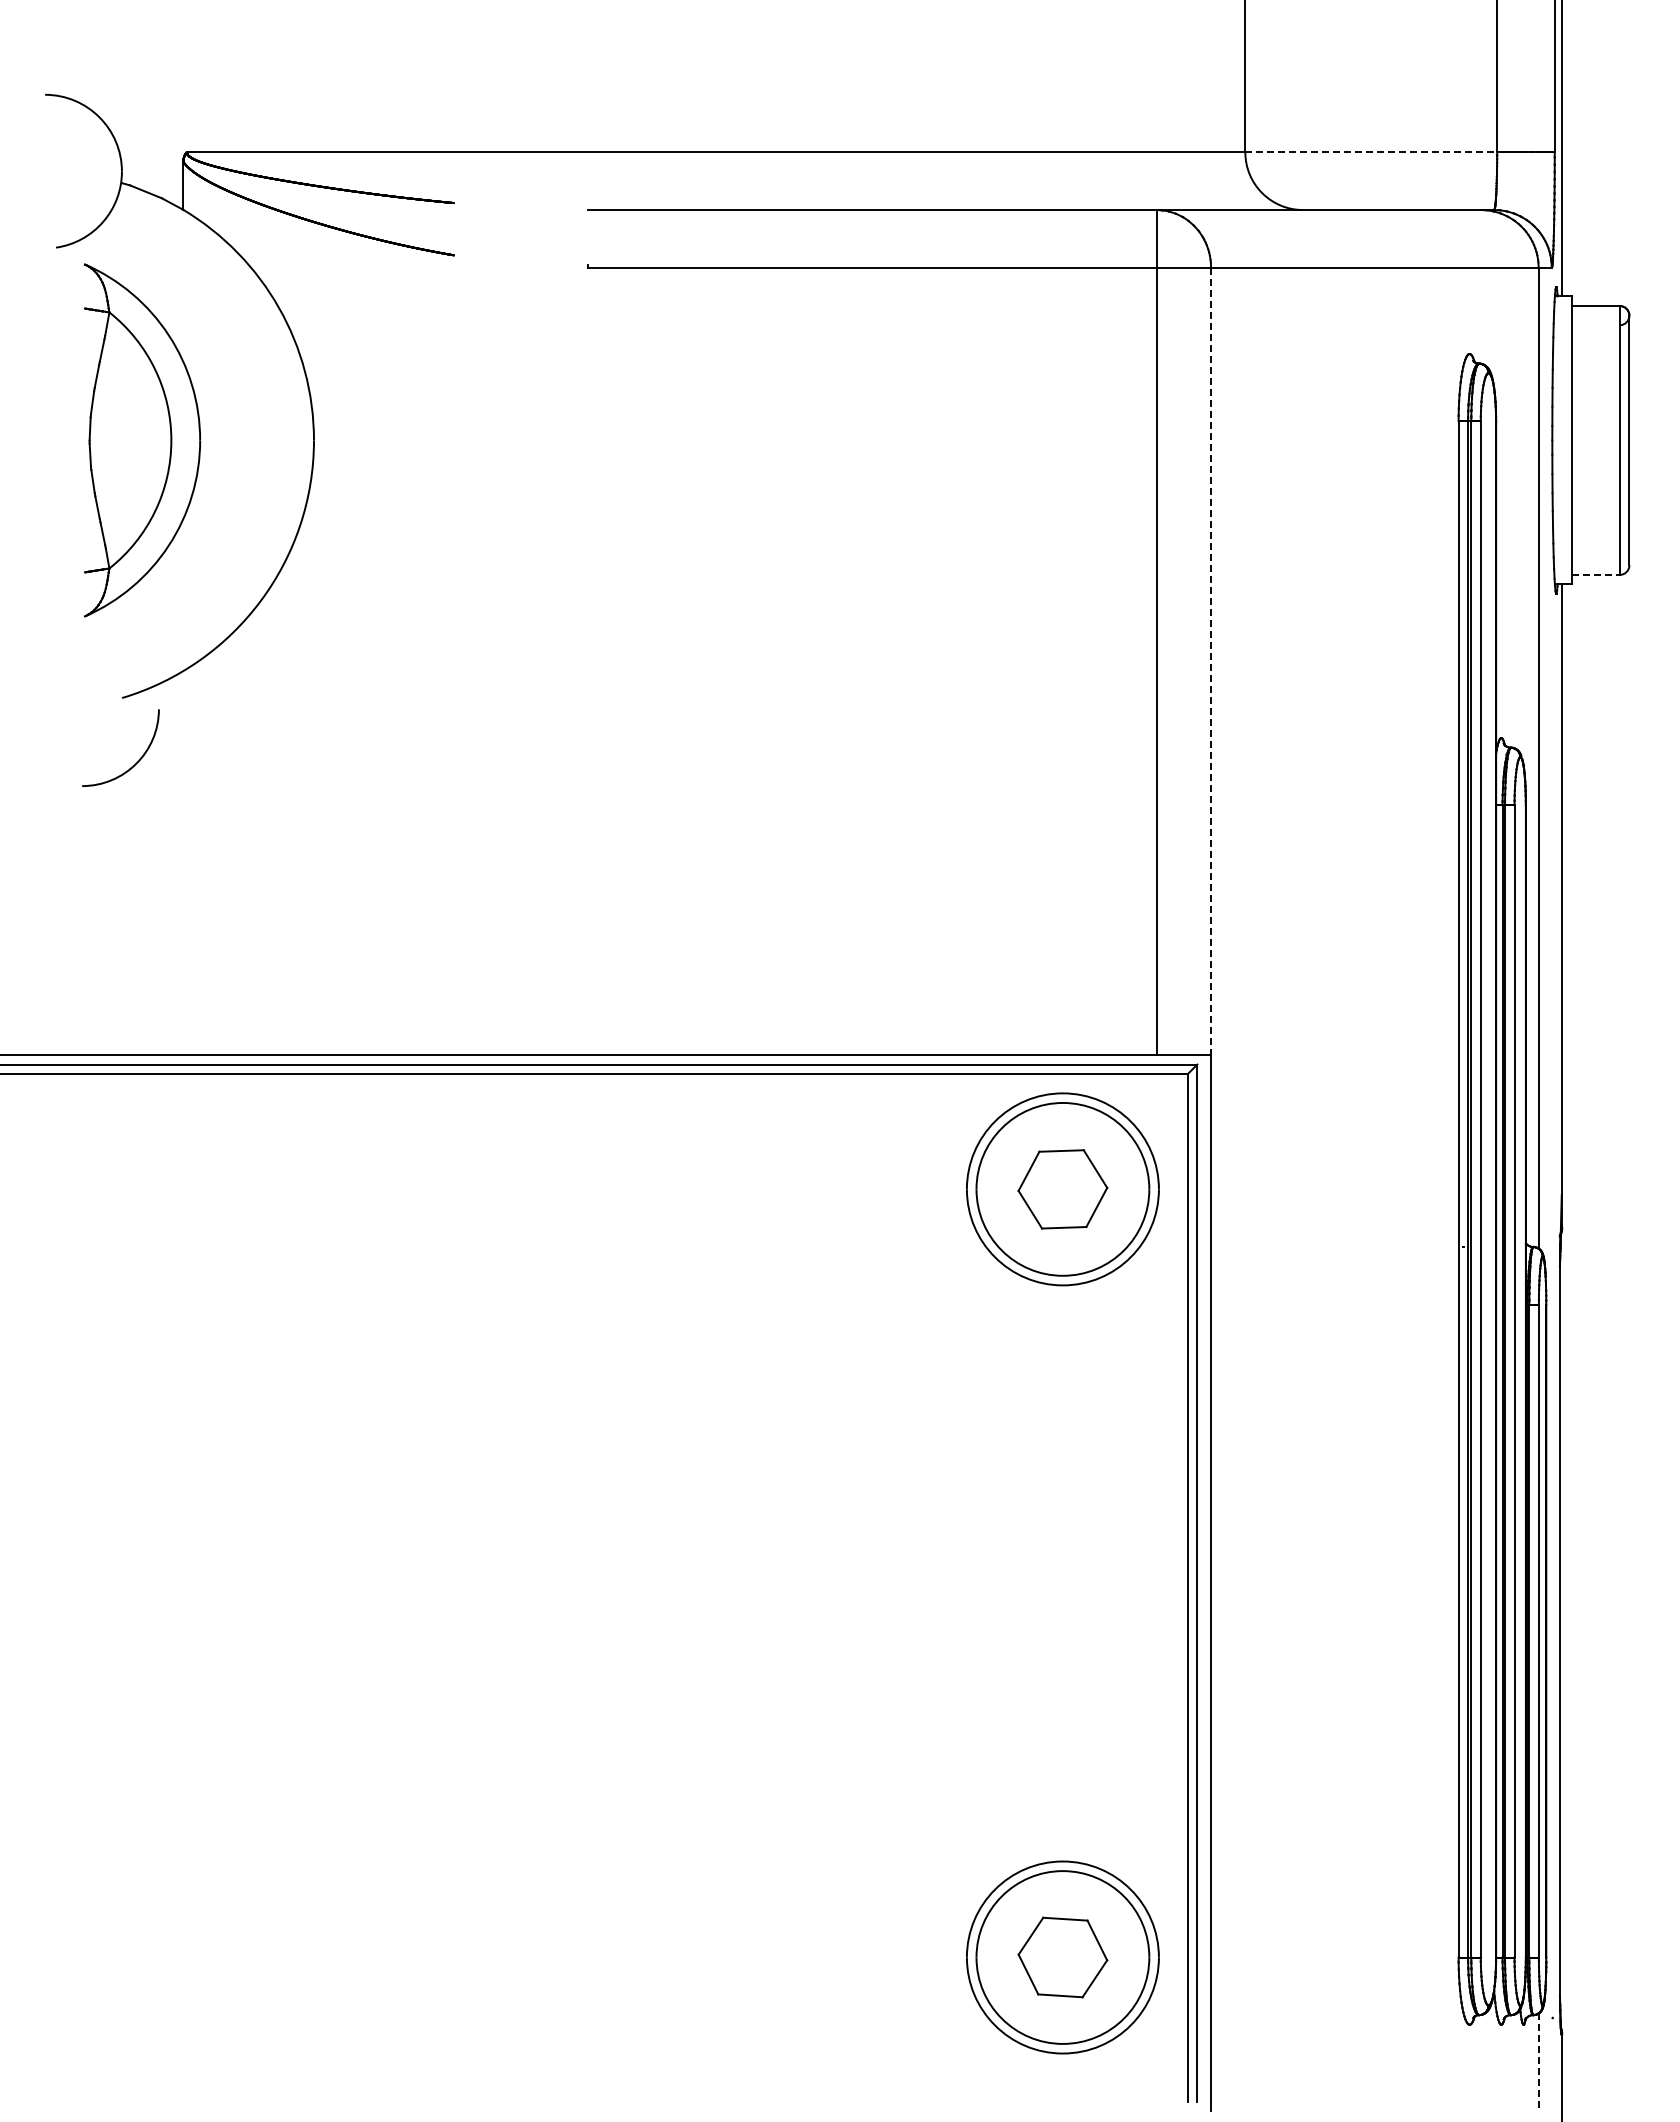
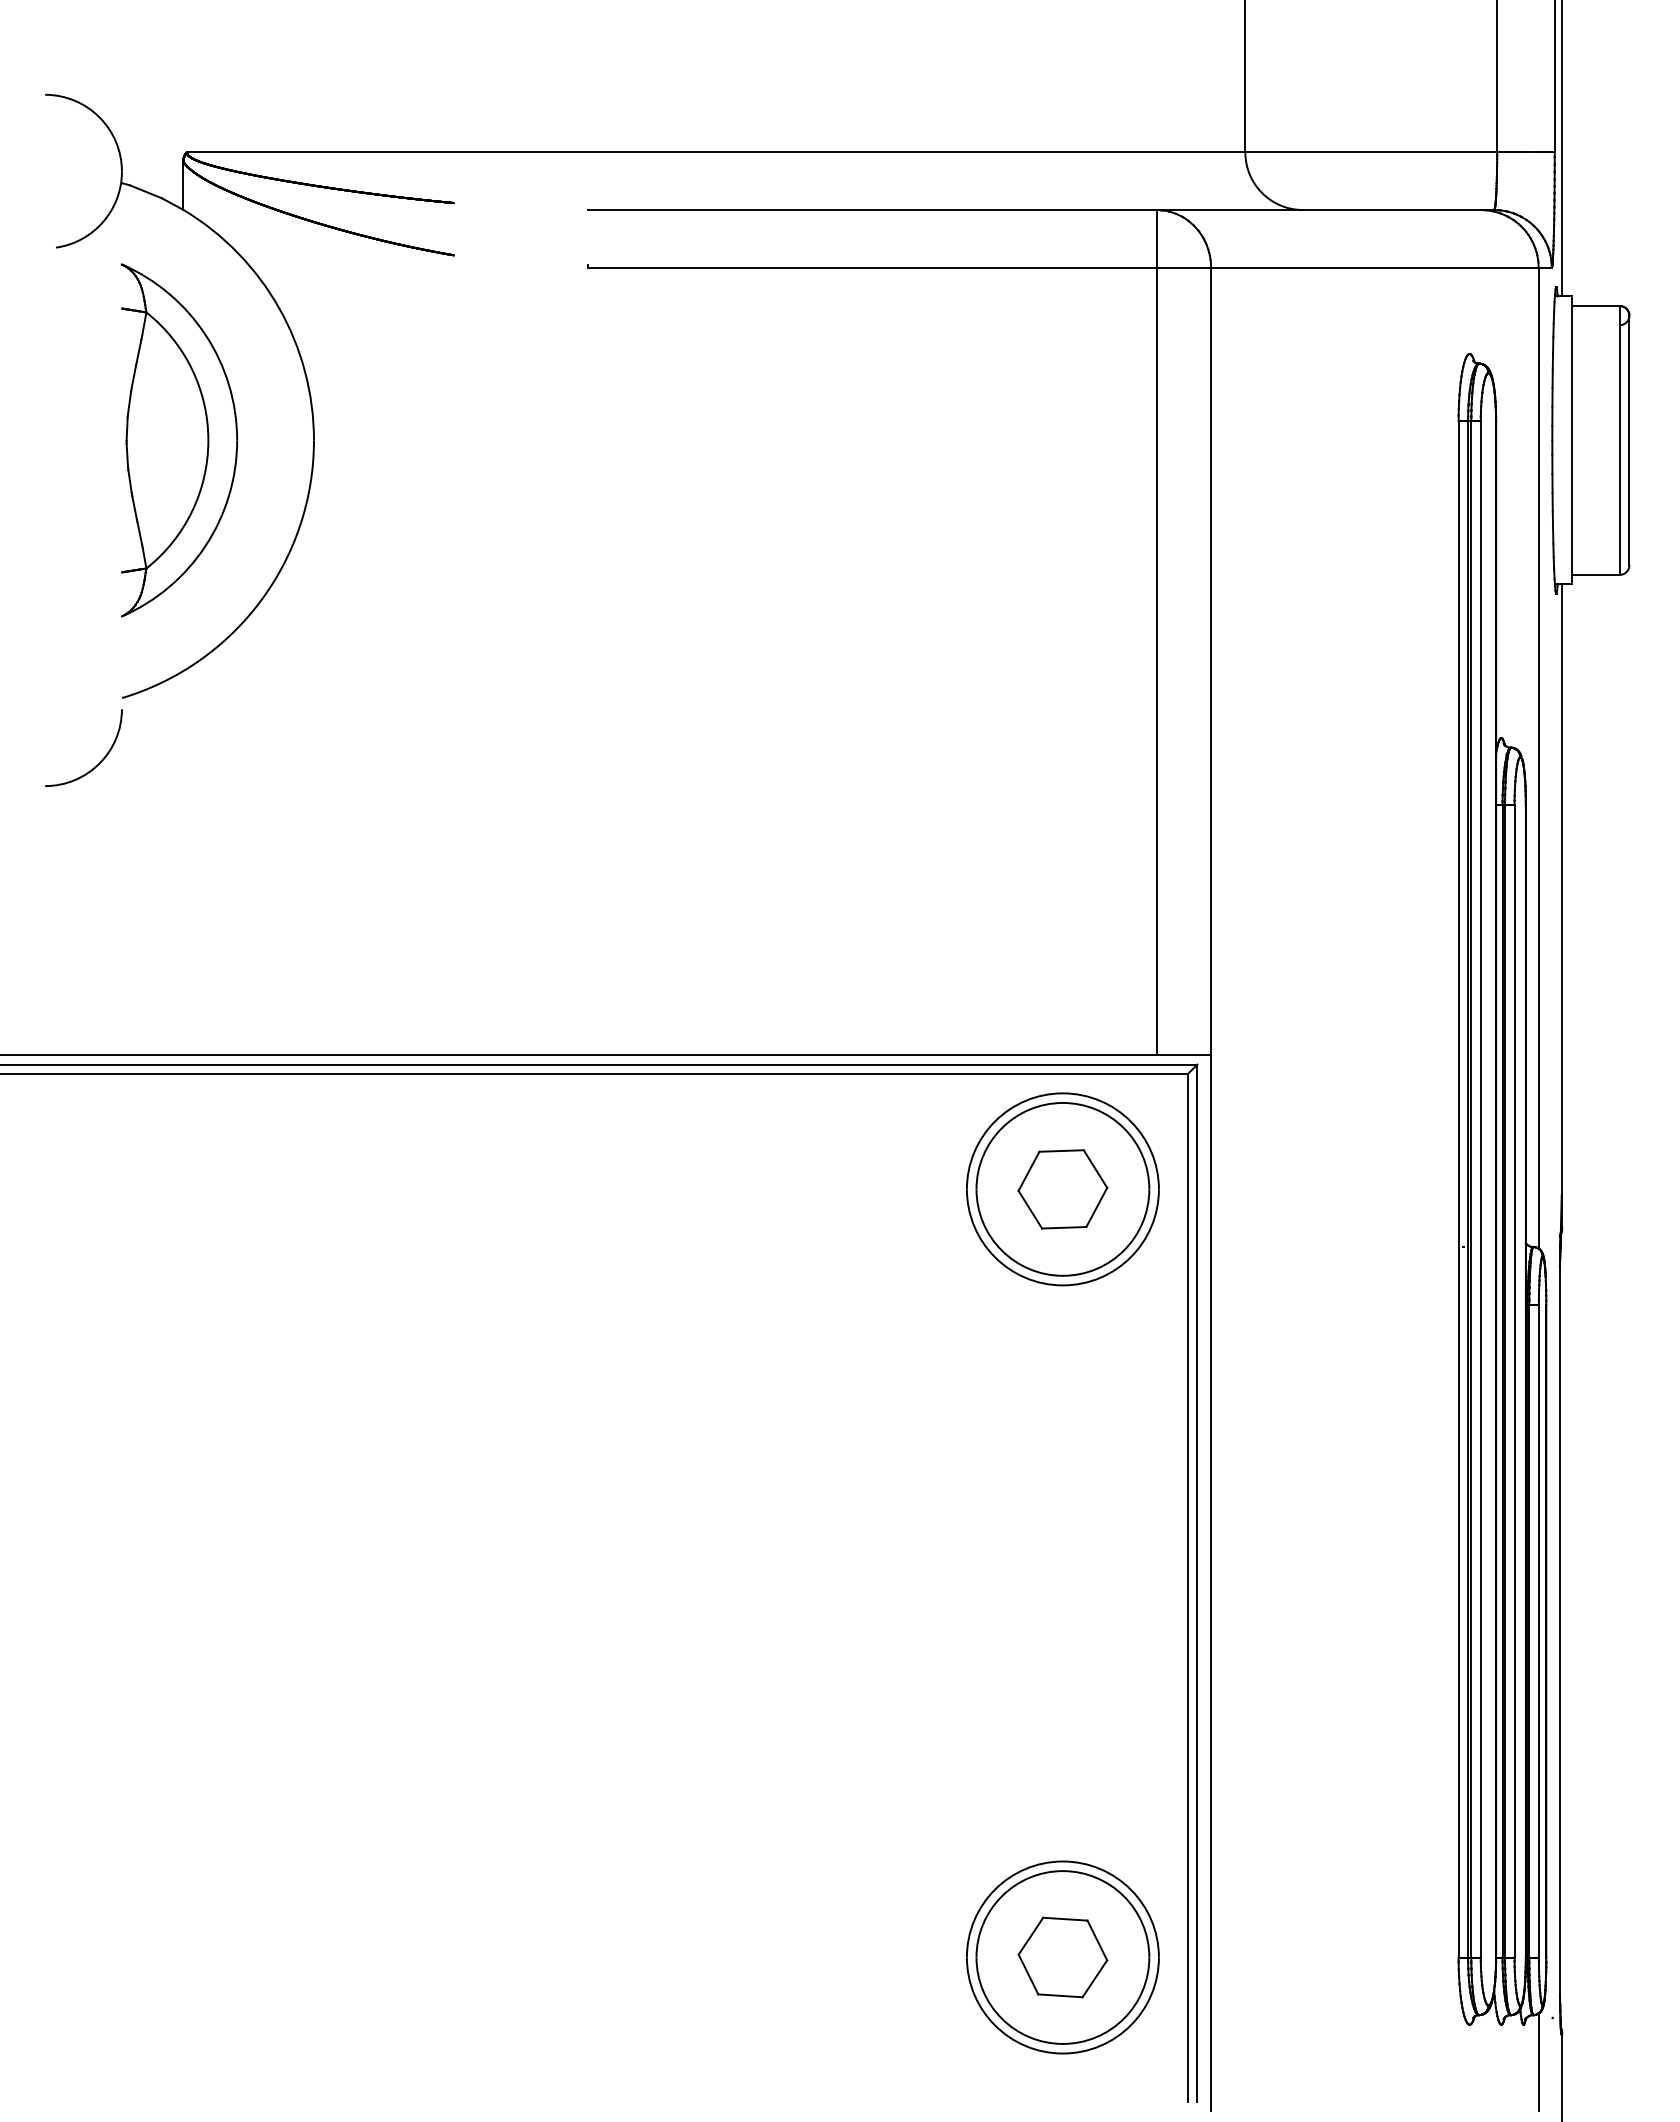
line at (1371, 152): dashed -> solid
part at (142, 440) position: (142, 440) -> (179, 440)
line at (1596, 574): dashed -> solid
line at (1211, 661): dashed -> solid
arc at (136, 762) position: (136, 762) -> (99, 762)
line at (1538, 2062): dashed -> solid
